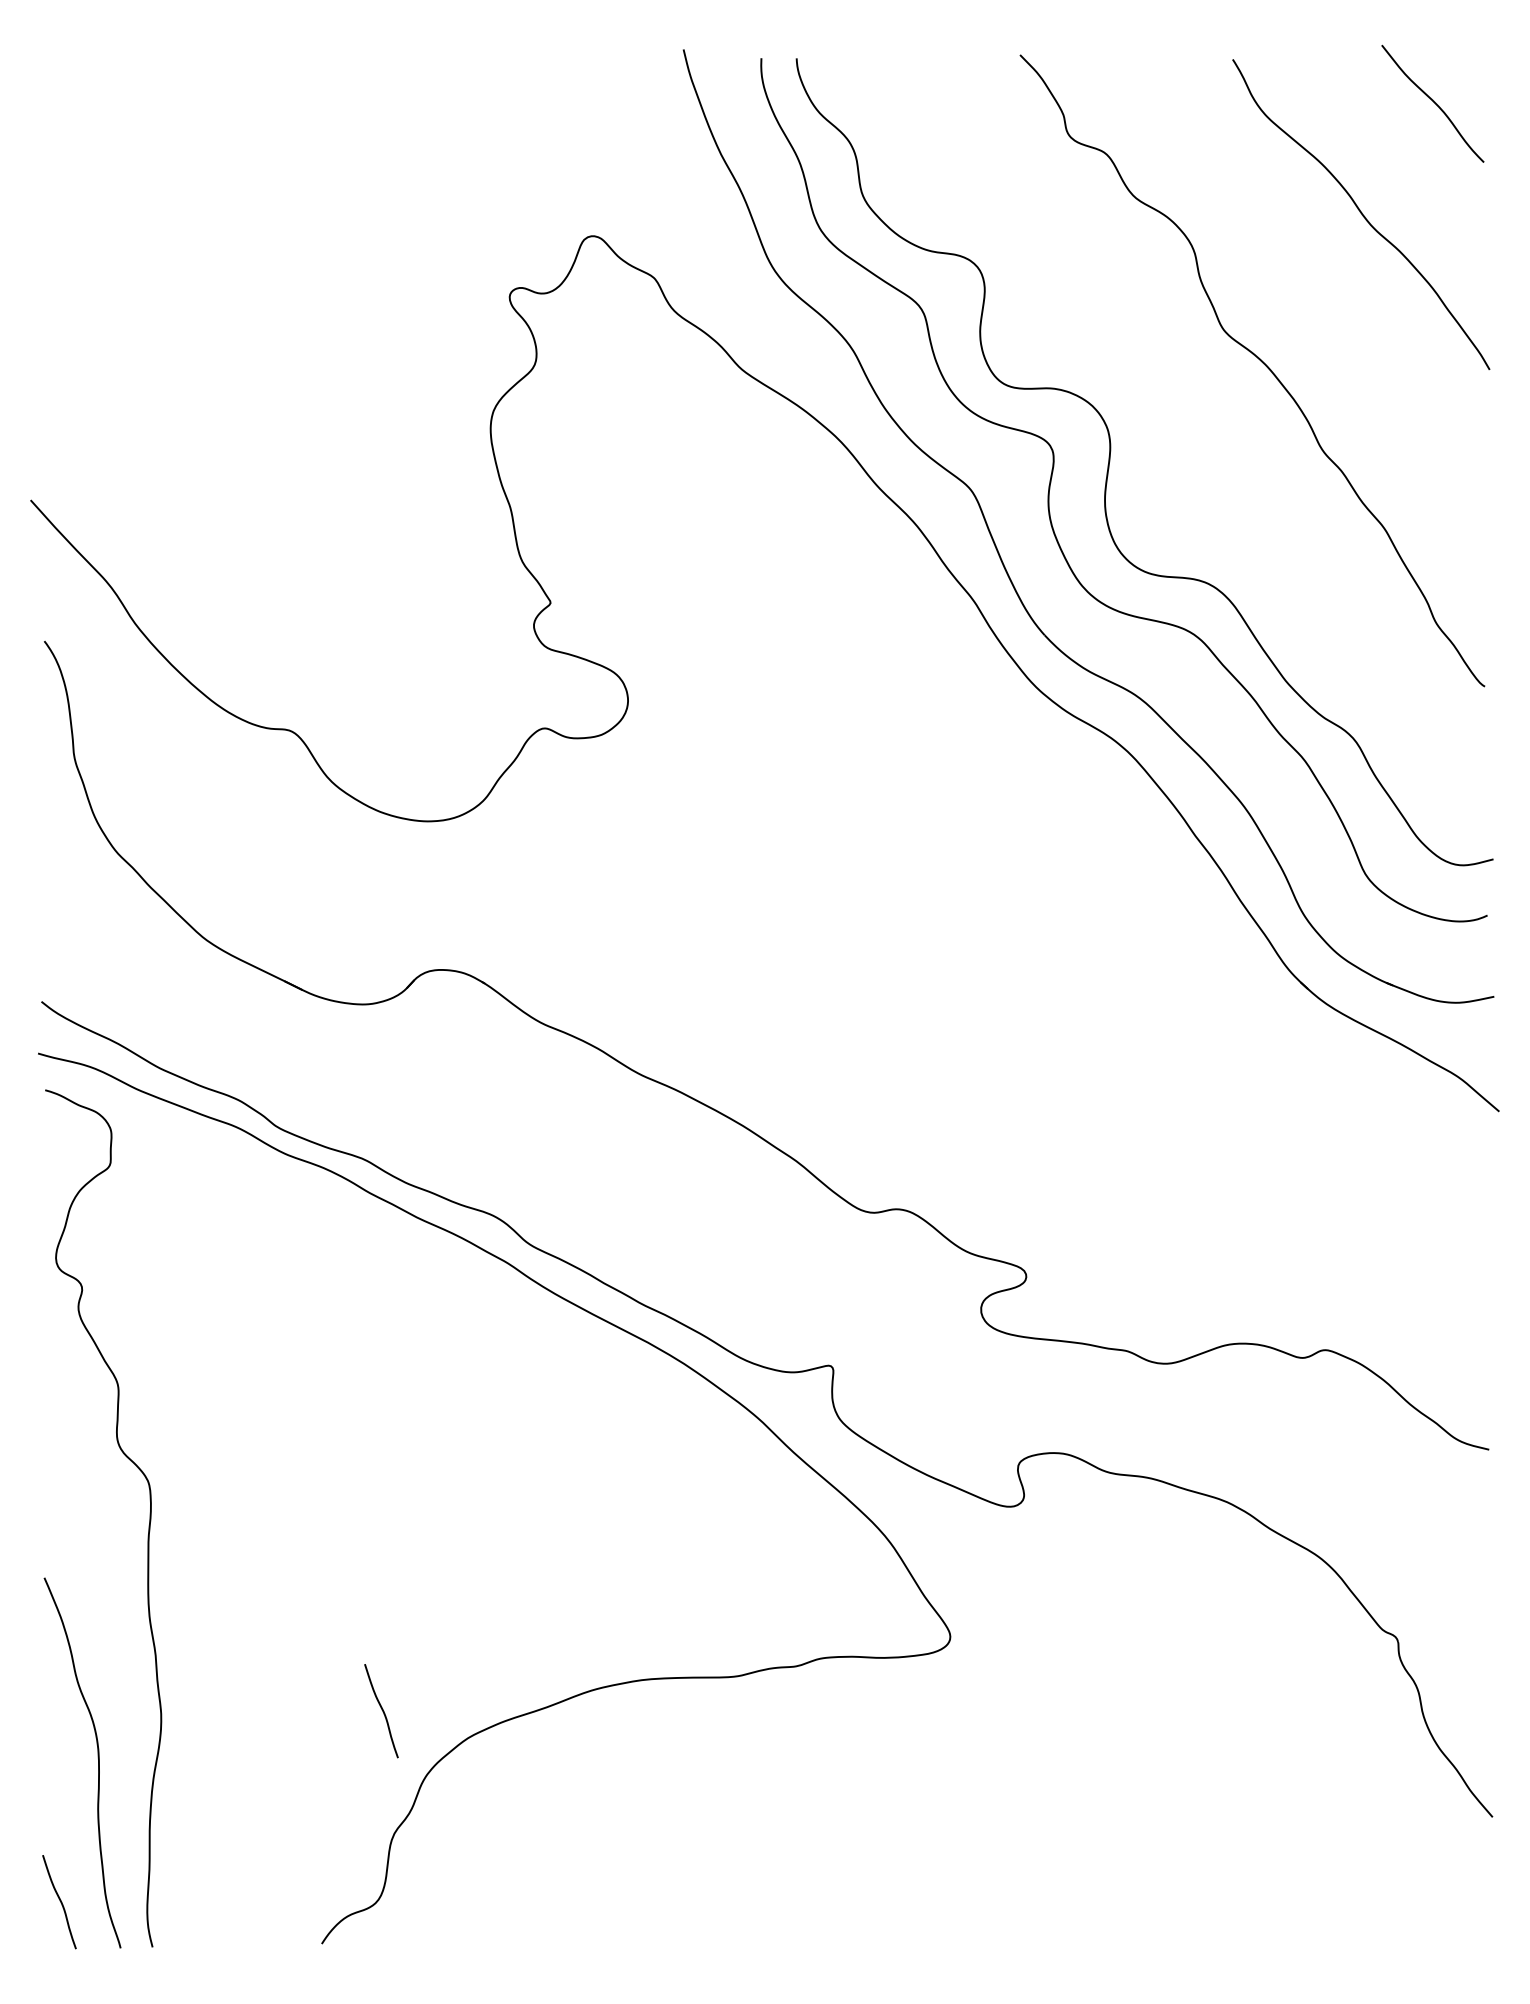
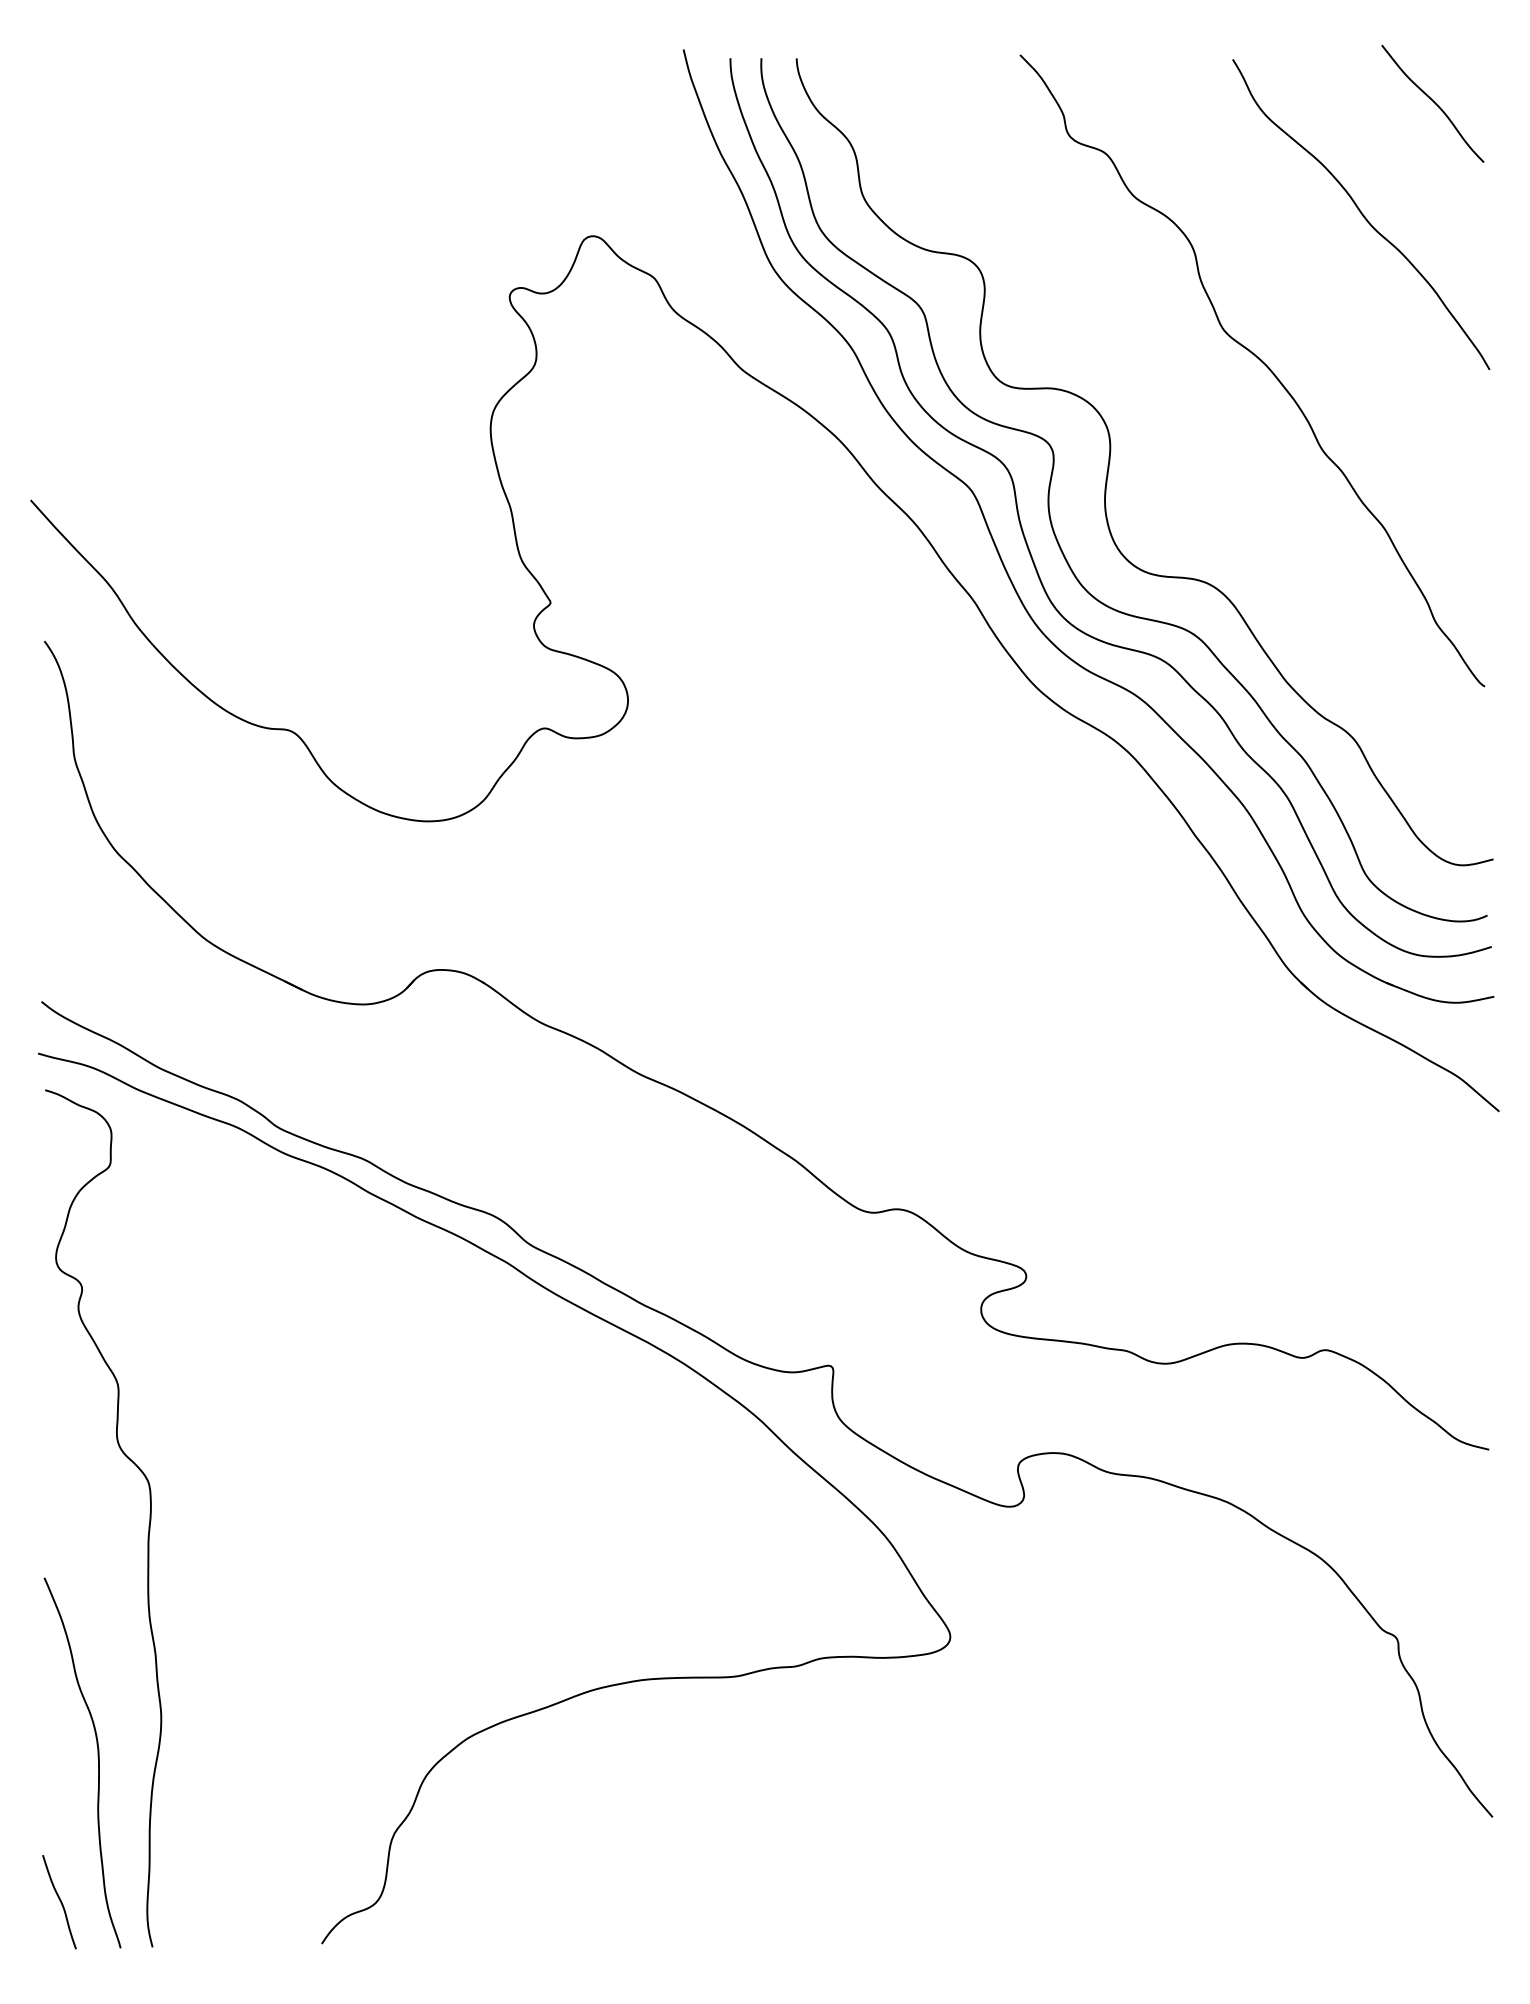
curve at (1025, 536): none -> present
curve at (381, 1710): present -> none
